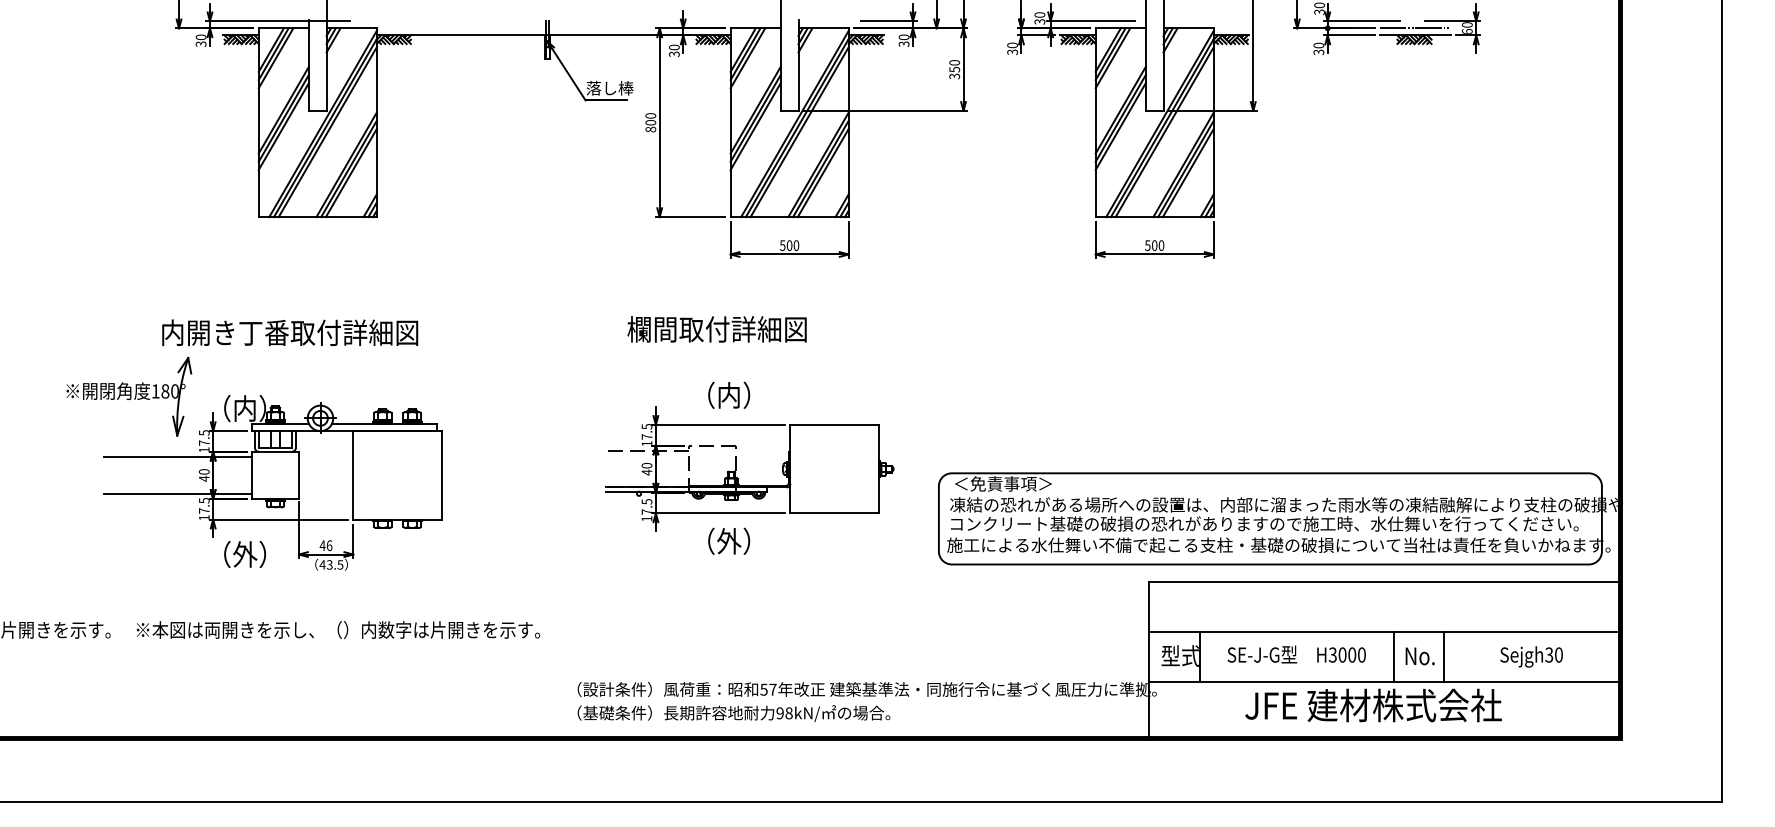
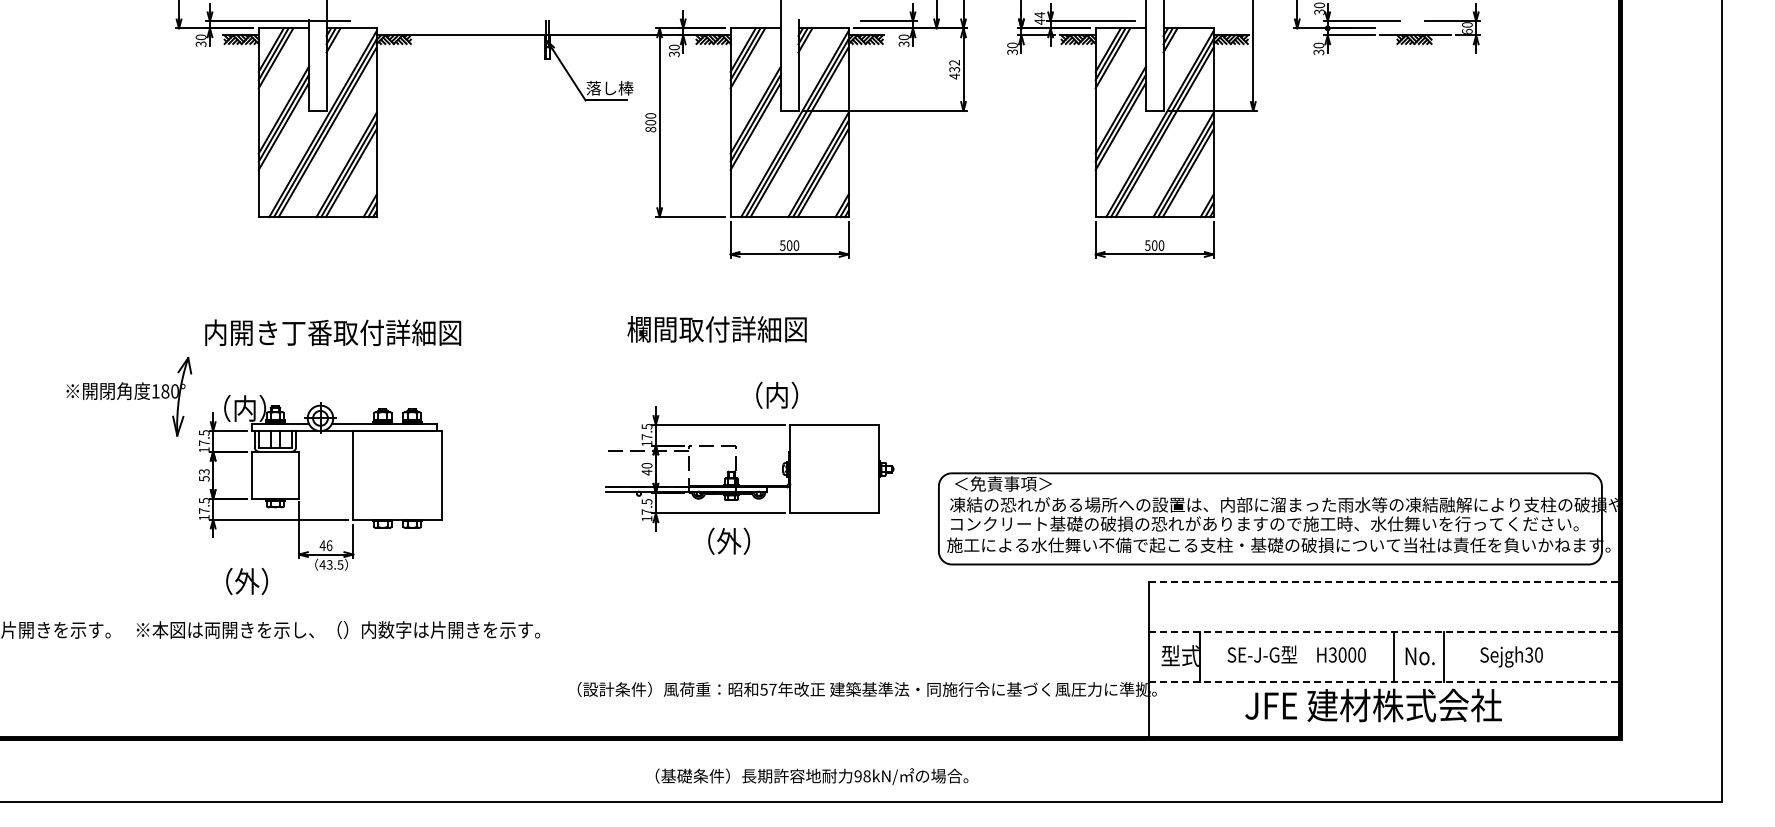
text at (1039, 18): 30 -> 44
line at (1414, 28): present -> none
text at (954, 69): 350 -> 432
text at (290, 332) position: (290, 332) -> (333, 332)
text at (729, 394) position: (729, 394) -> (777, 394)
line at (177, 457): present -> none
text at (204, 475): 40 -> 53
line at (177, 493): present -> none
text at (244, 554) position: (244, 554) -> (246, 581)
line at (1384, 581): solid -> dashed
line at (1384, 631): solid -> dashed
text at (1531, 656) position: (1531, 656) -> (1511, 656)
line at (1384, 682): solid -> dashed
text at (733, 713) position: (733, 713) -> (811, 776)
